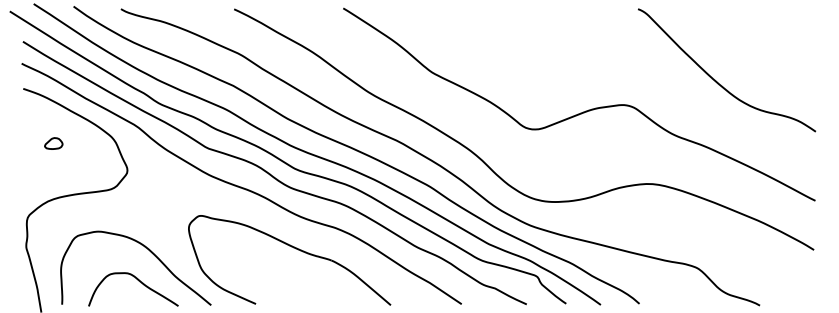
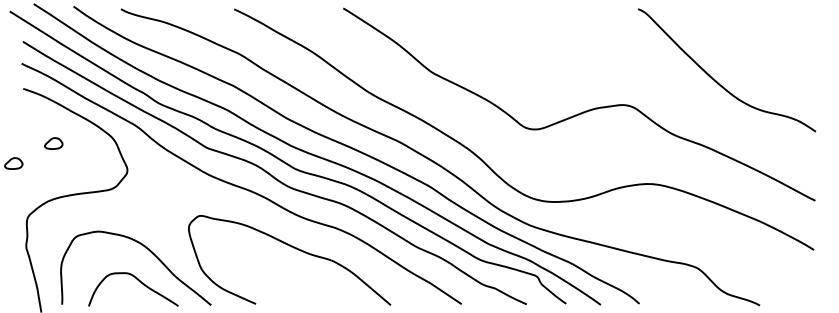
part at (13, 163): none -> present
